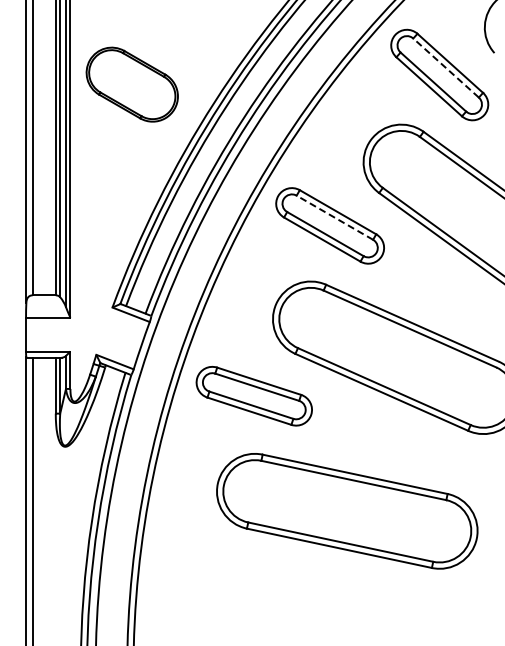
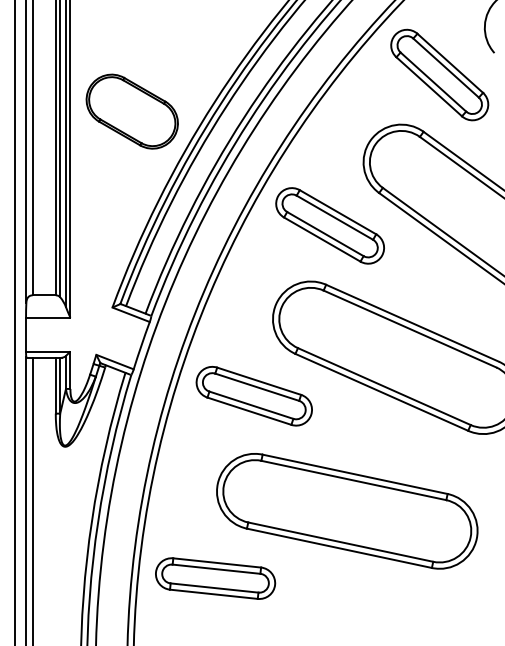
line at (445, 67): dashed -> solid
part at (131, 84) position: (131, 84) -> (131, 111)
line at (334, 217): dashed -> solid
line at (15, 322): none -> present
part at (215, 578): none -> present
